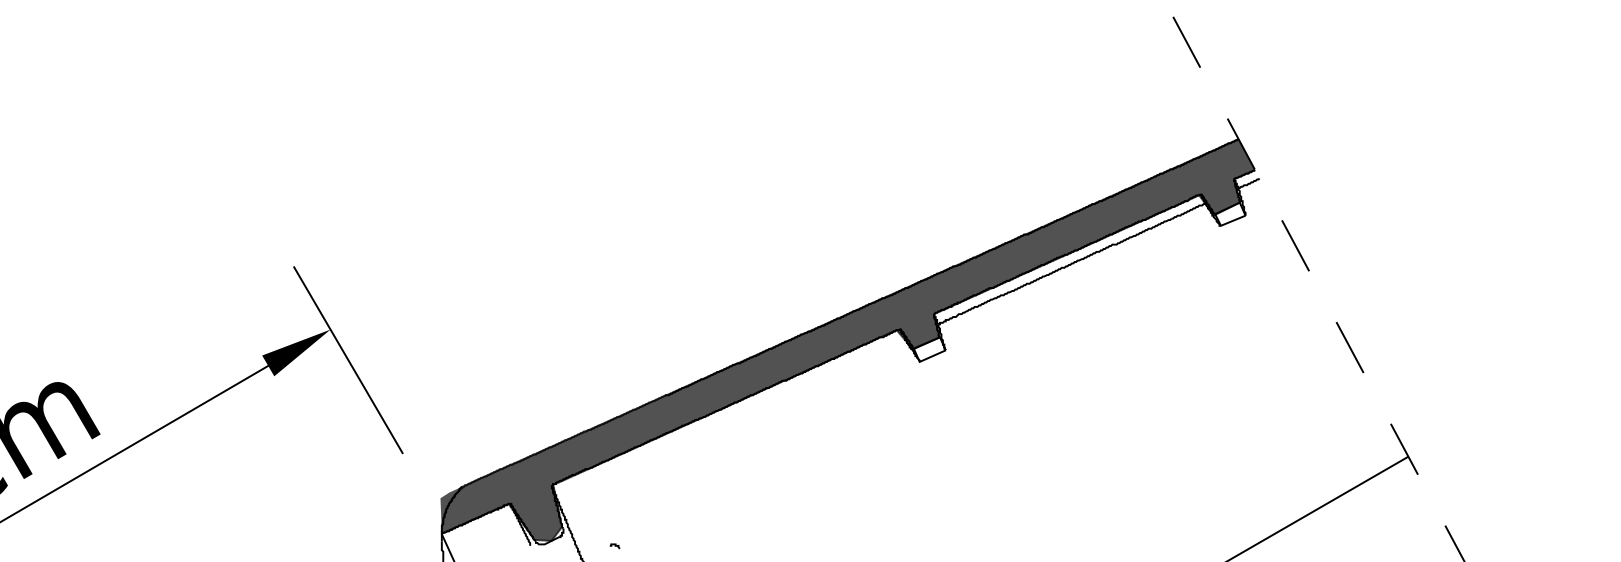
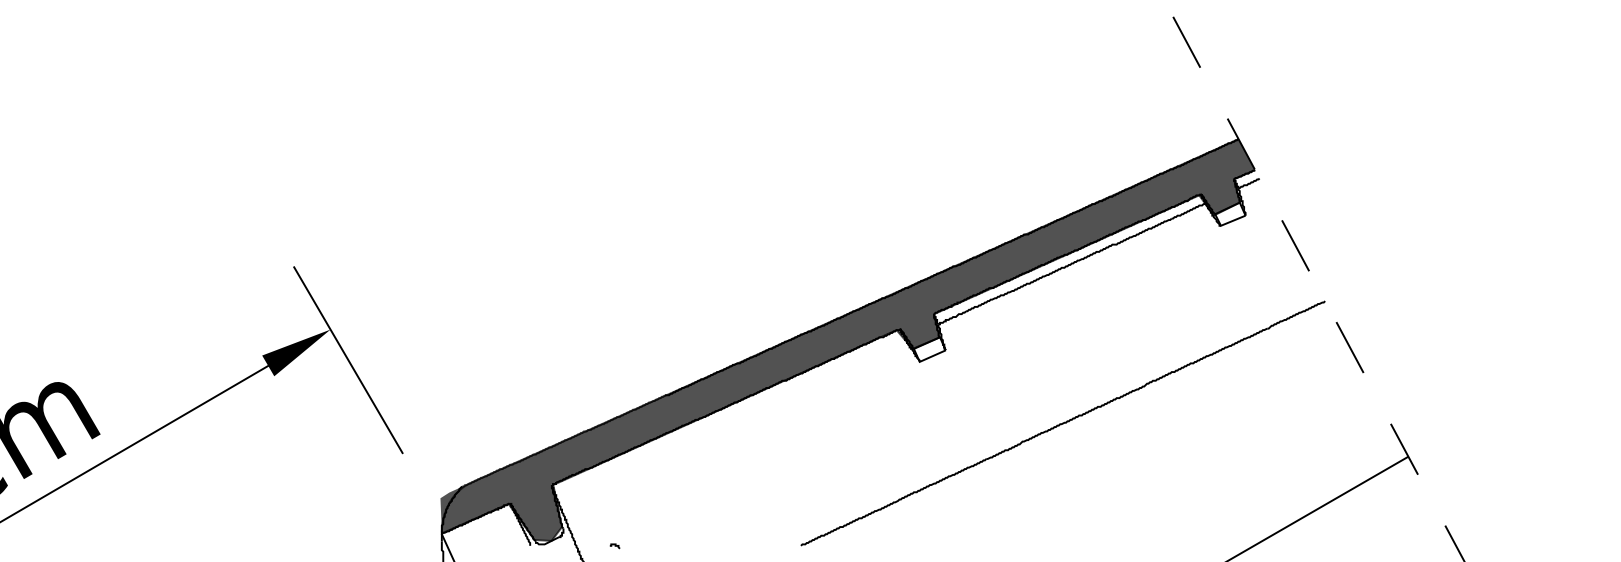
part at (1062, 423): none -> present
